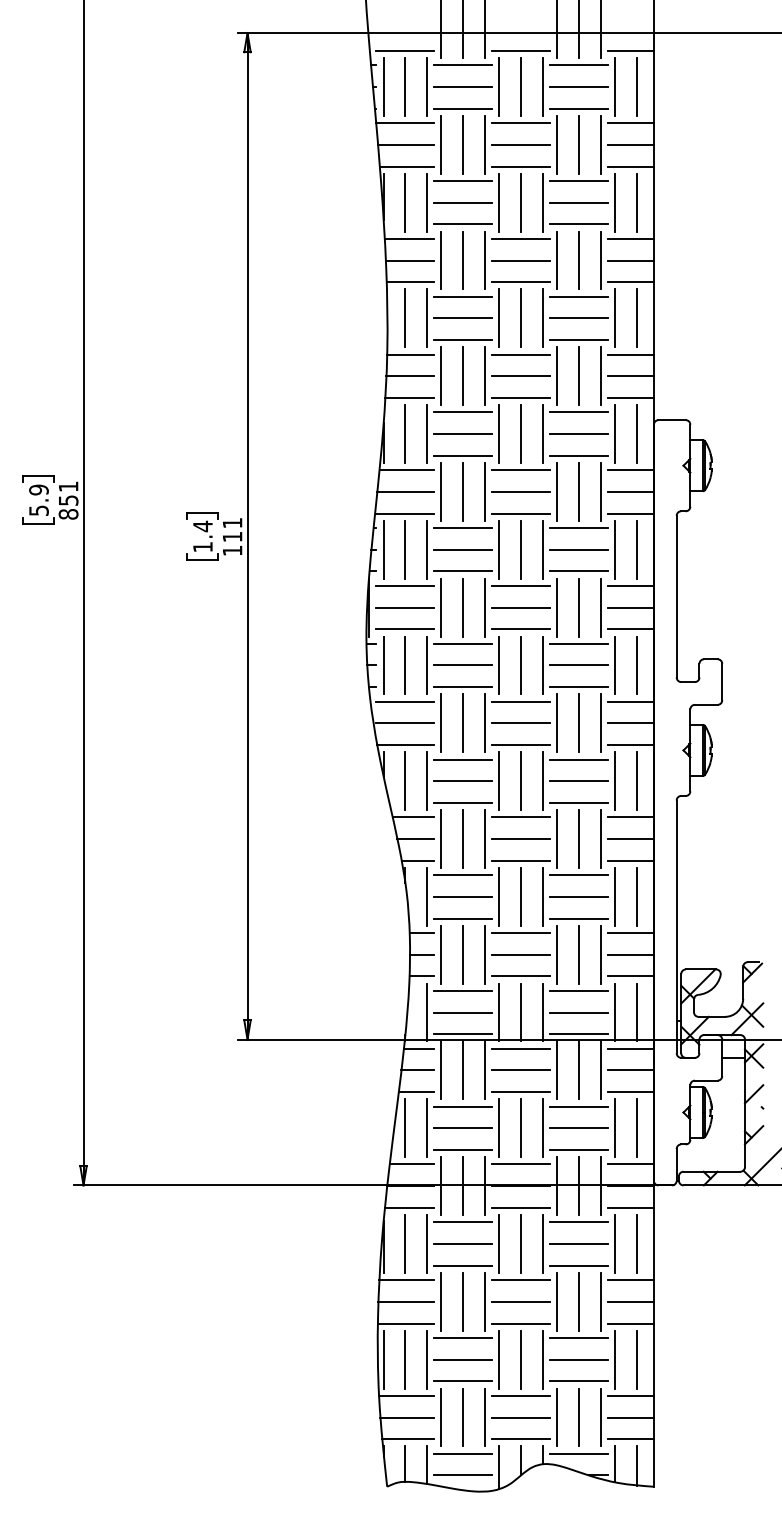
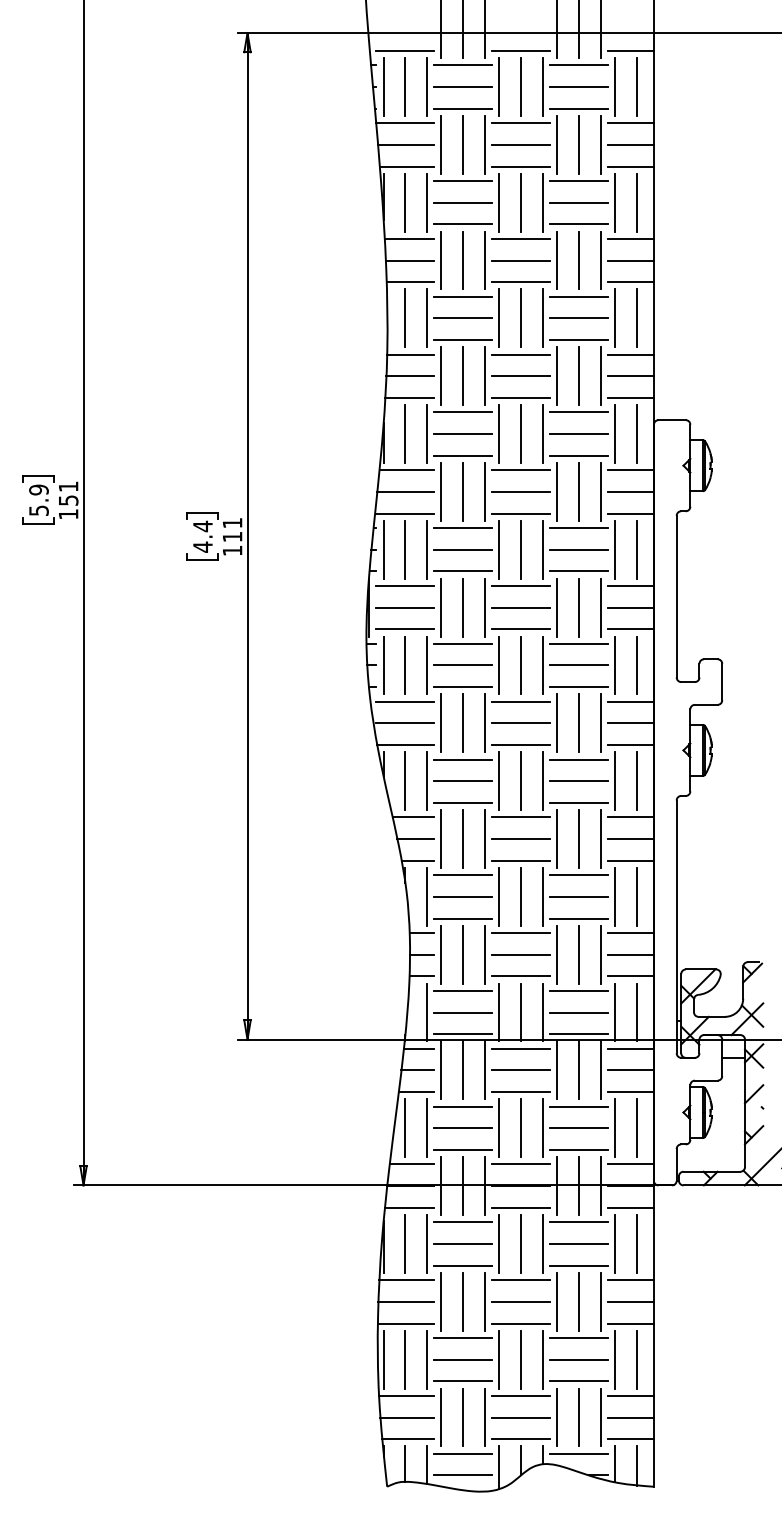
text at (68, 514): 851 -> 151
text at (202, 546): 1.4 -> 4.4
